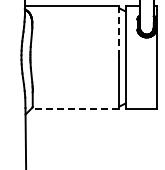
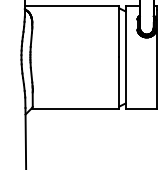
line at (119, 31): dashed -> solid
line at (75, 108): dashed -> solid
